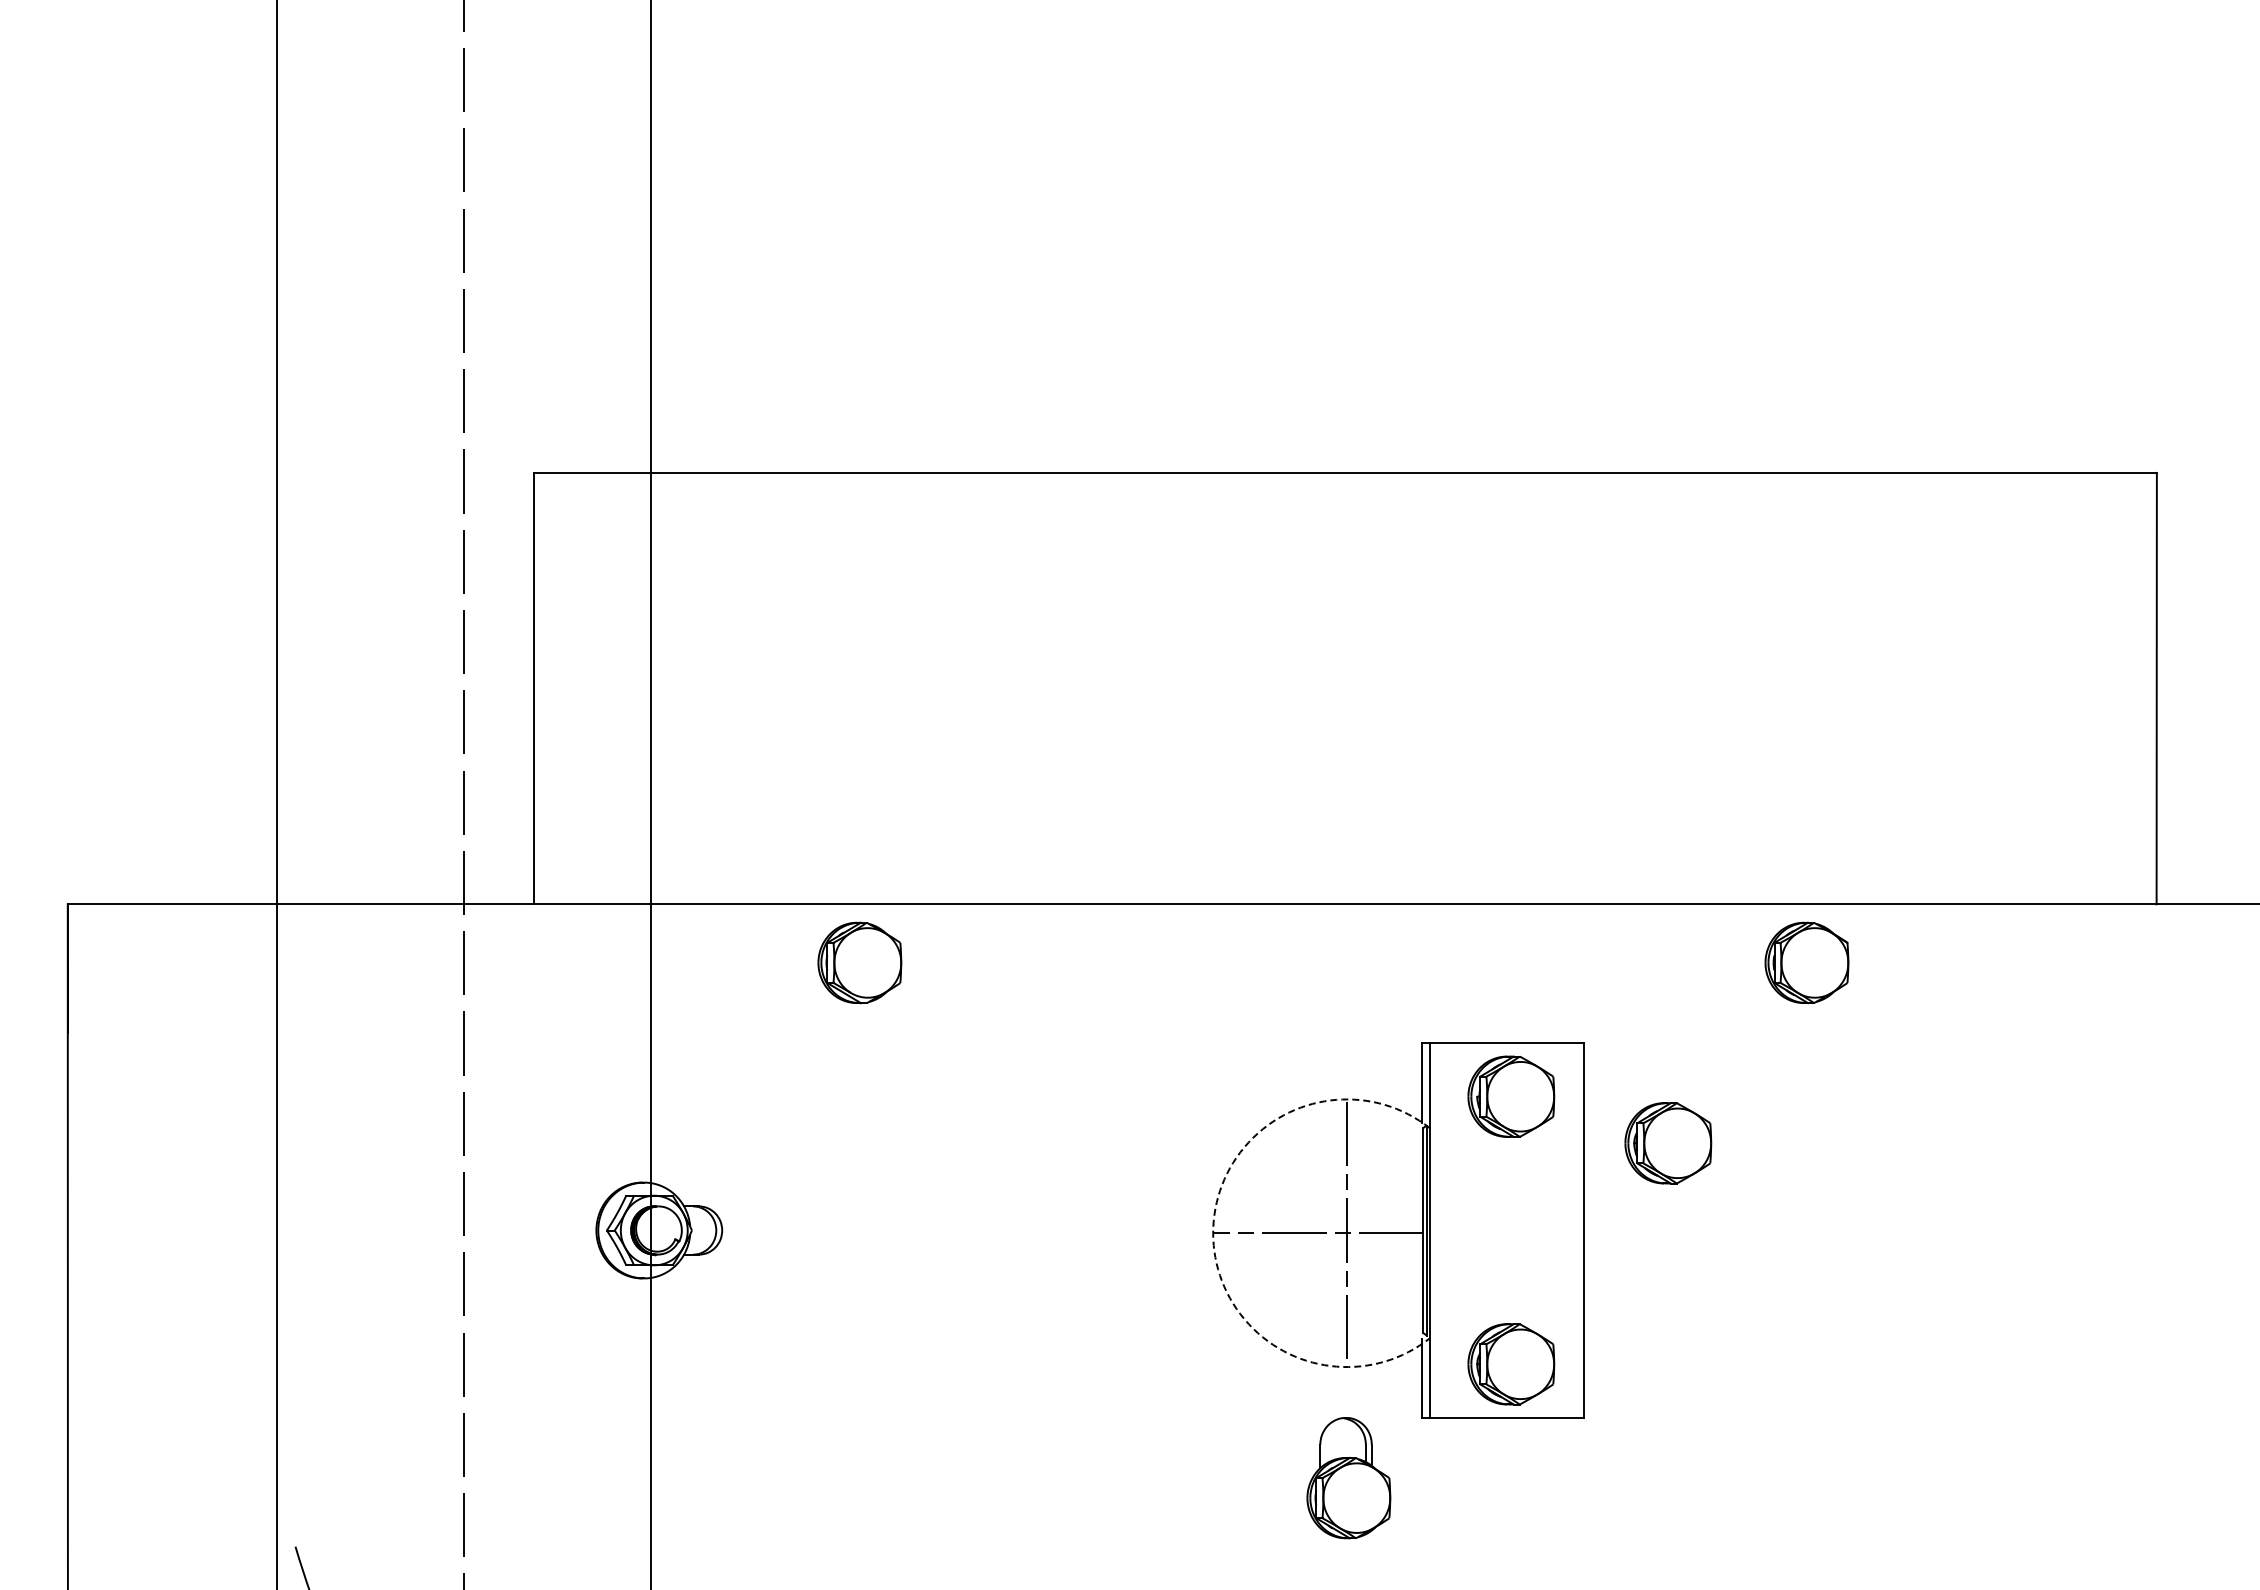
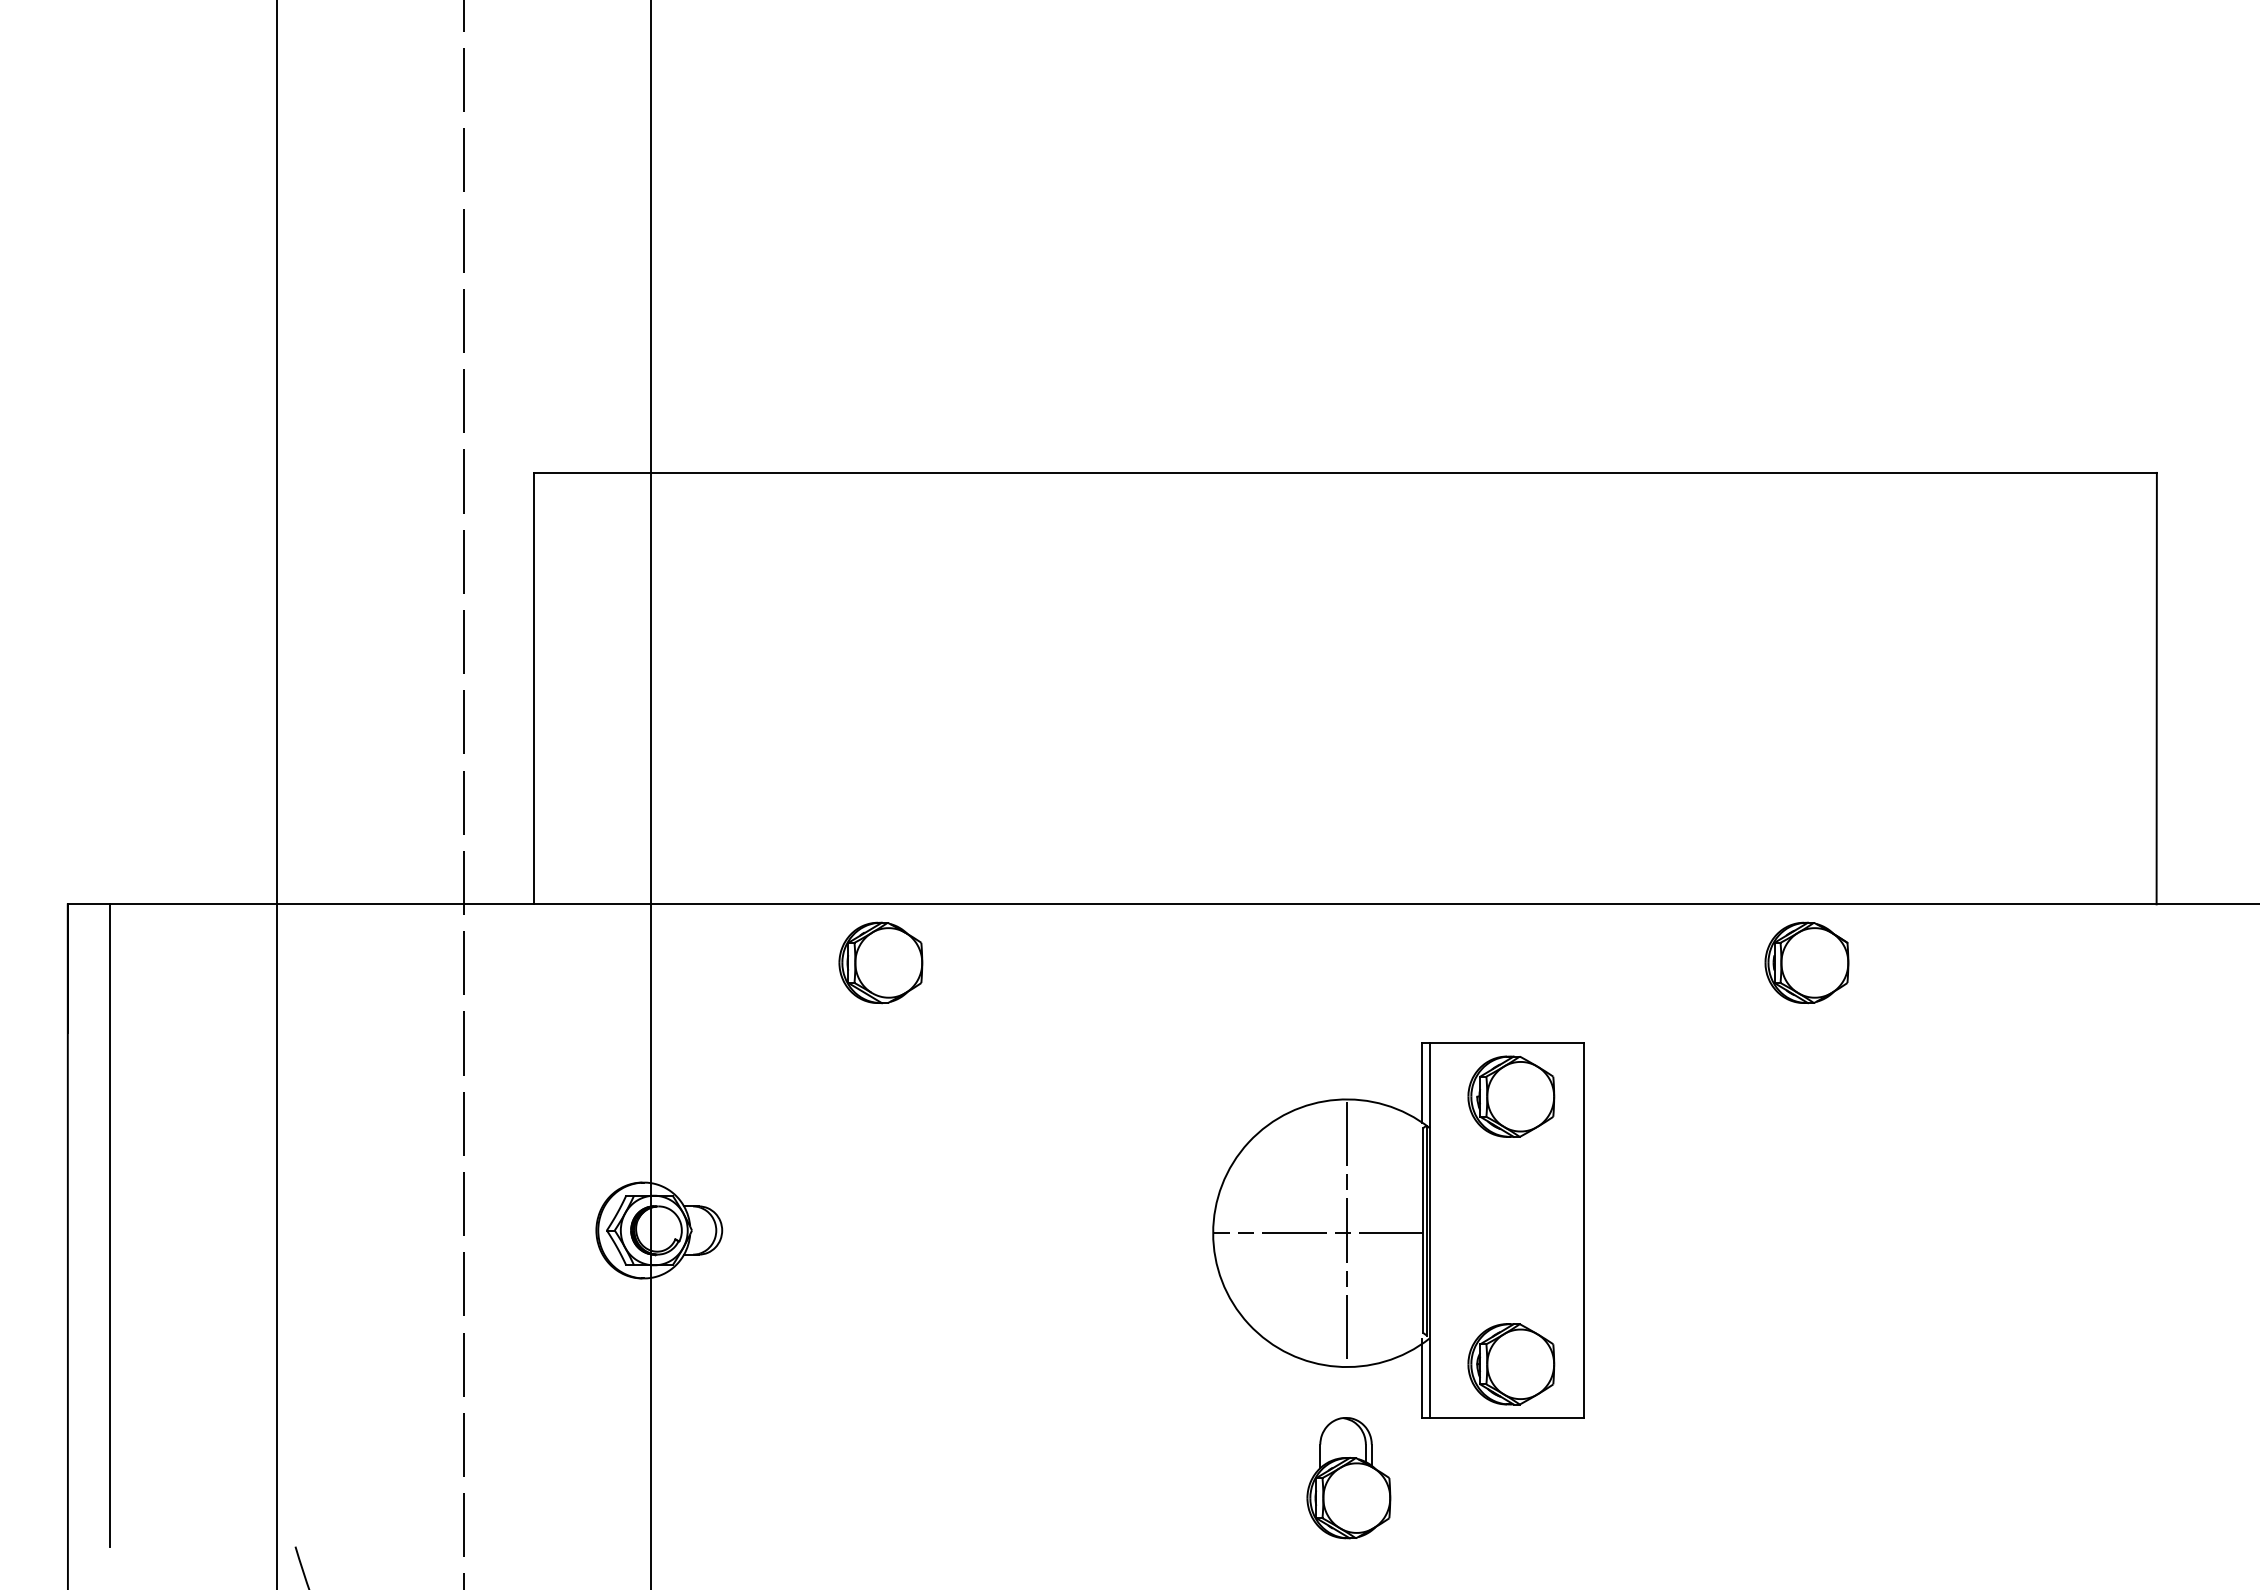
part at (859, 962) position: (859, 962) -> (880, 962)
part at (1668, 1143): present -> none
line at (110, 1225): none -> present
arc at (1213, 1233): dashed -> solid
